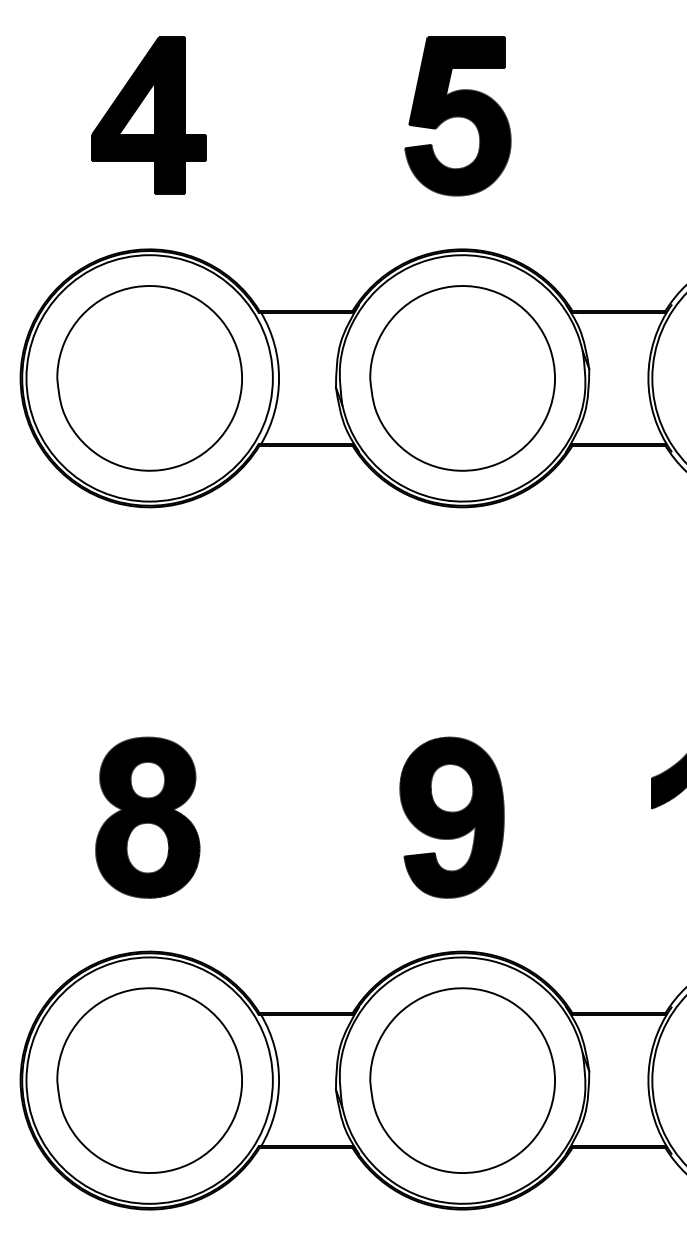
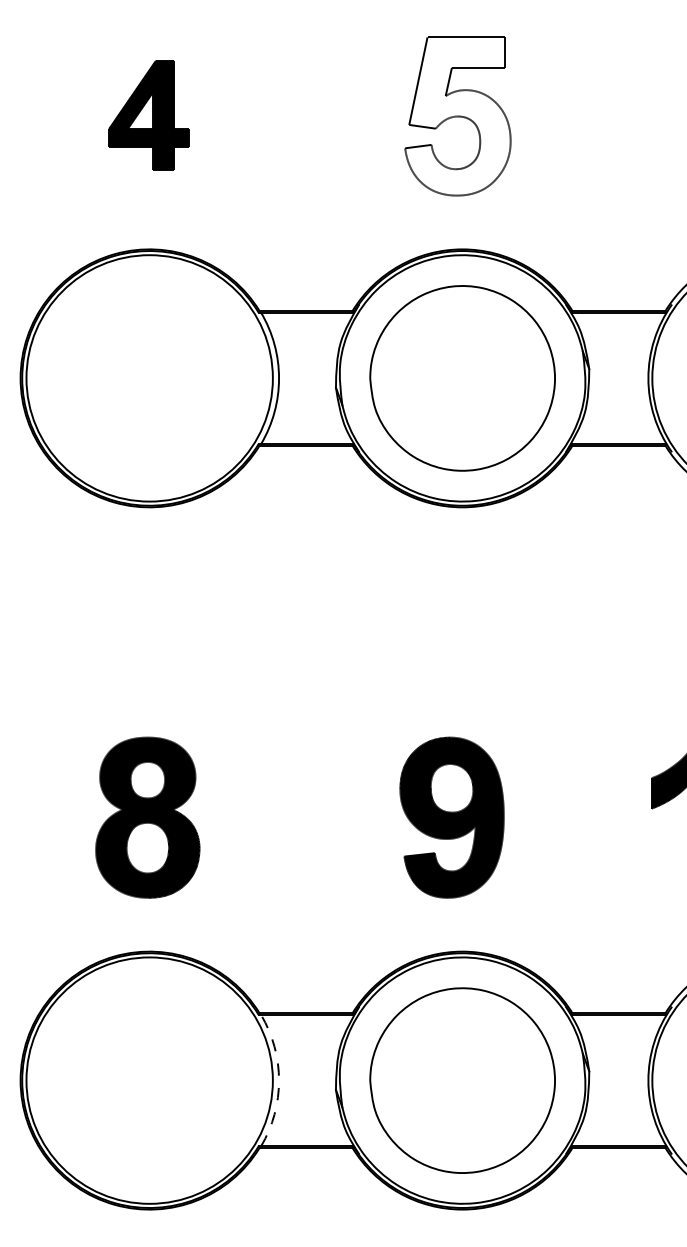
part at (148, 115) size: 116x159 px -> 82x111 px
fill at (457, 116): present -> none
part at (149, 378): present -> none
part at (149, 1080): present -> none
arc at (279, 1080): solid -> dashed
